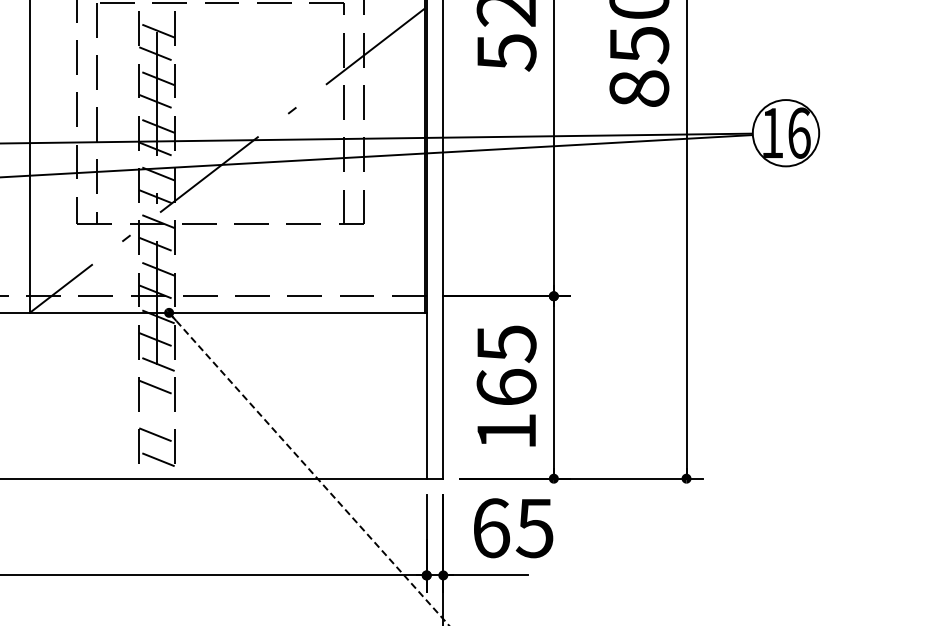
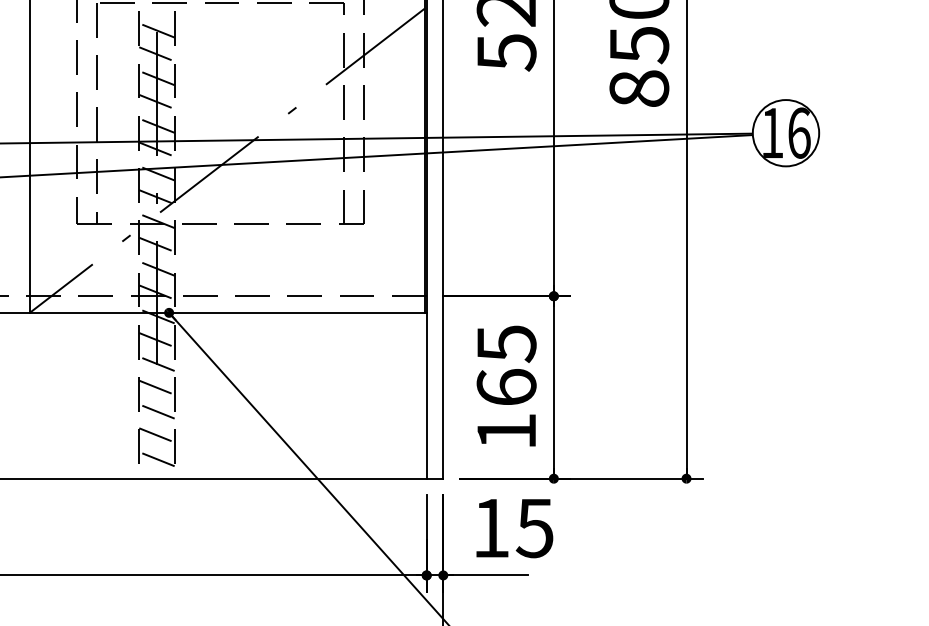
line at (156, 411): none -> present
line at (309, 469): dashed -> solid
text at (492, 528): 65 -> 15
